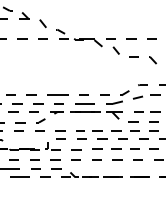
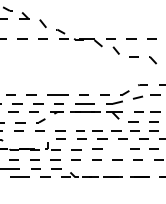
line at (116, 148): present -> none
